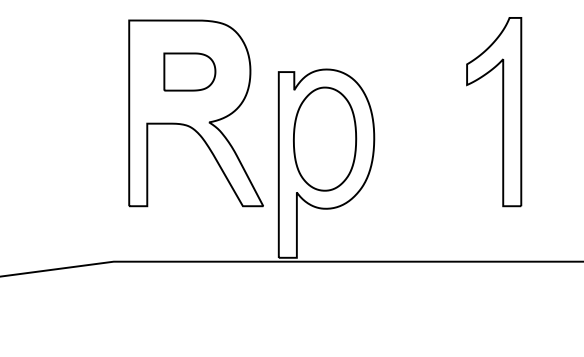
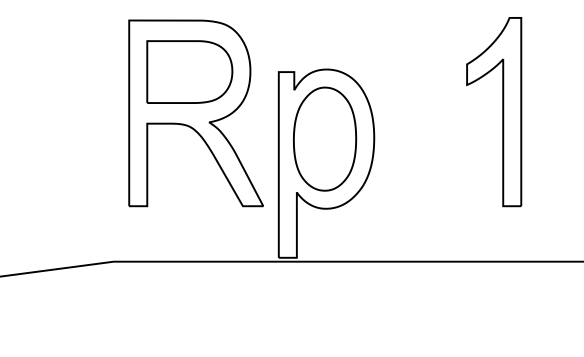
part at (189, 71) size: 54x40 px -> 88x64 px
